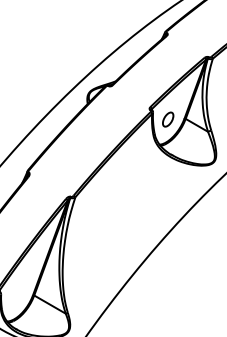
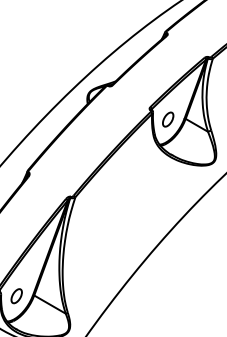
part at (16, 296): none -> present
